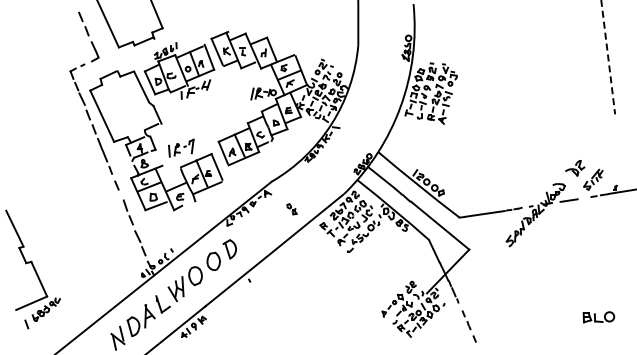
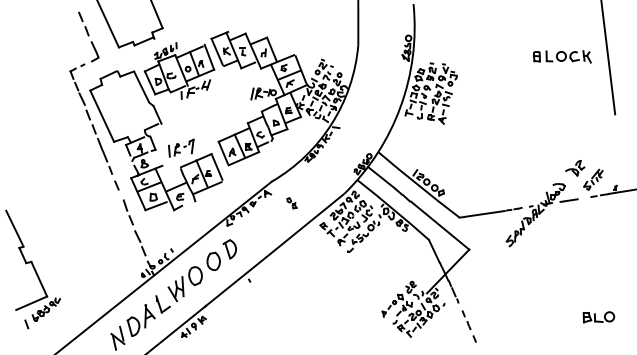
part at (562, 56): none -> present
line at (608, 58): dashed -> solid
part at (291, 209) position: (291, 209) -> (291, 203)
